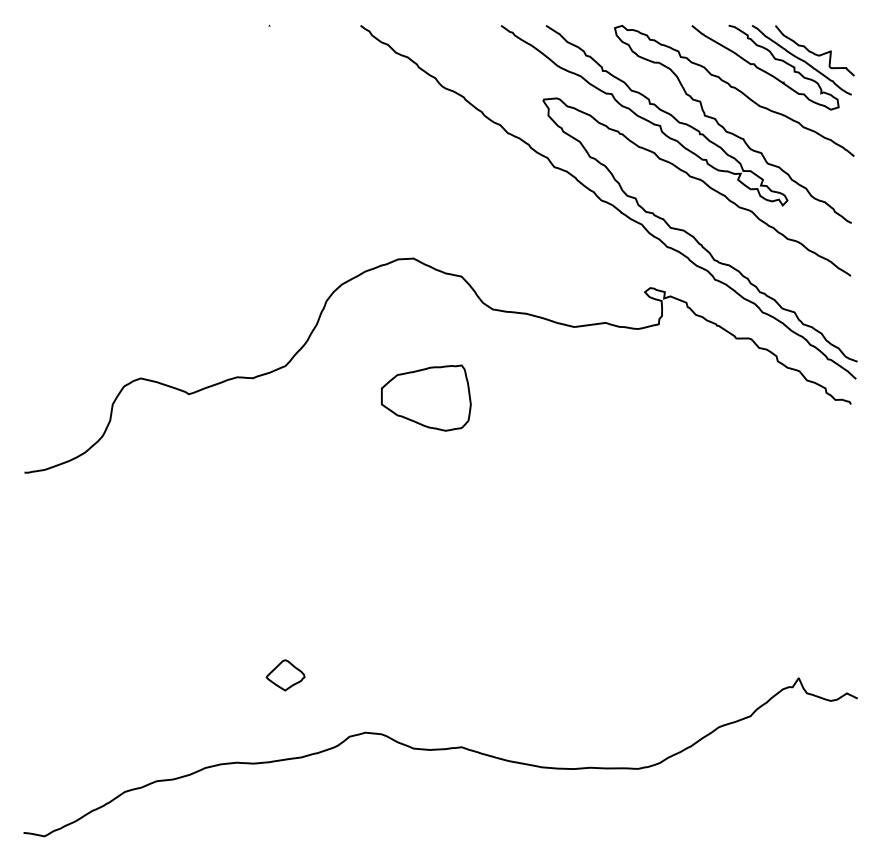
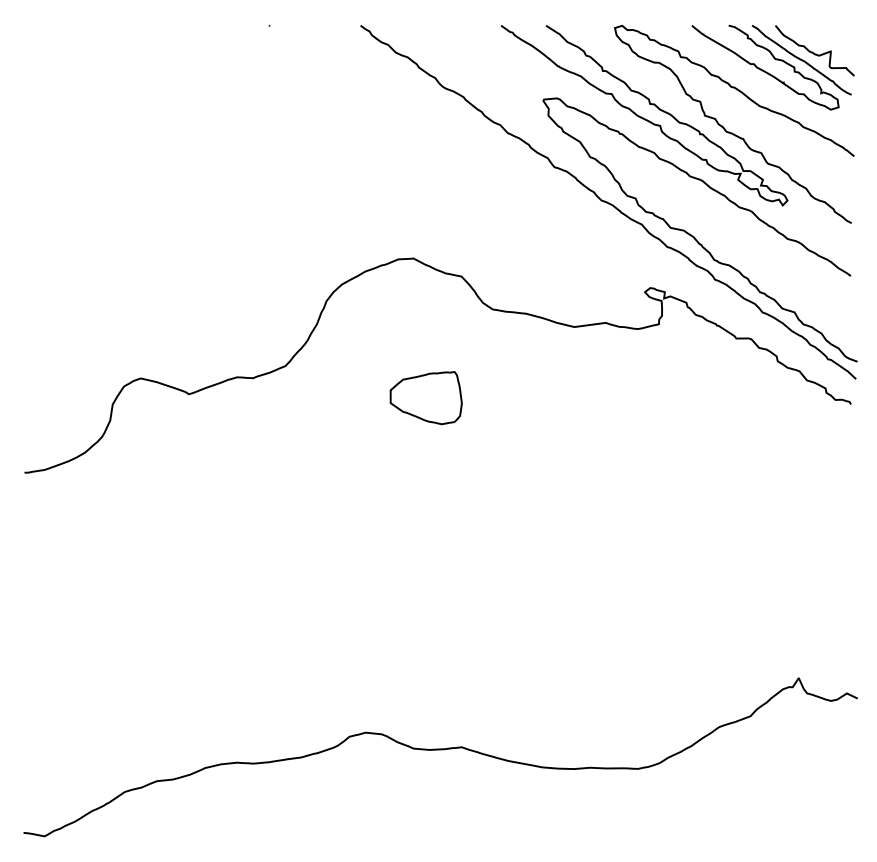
part at (425, 397) size: 92x68 px -> 74x55 px
part at (285, 675): present -> none
